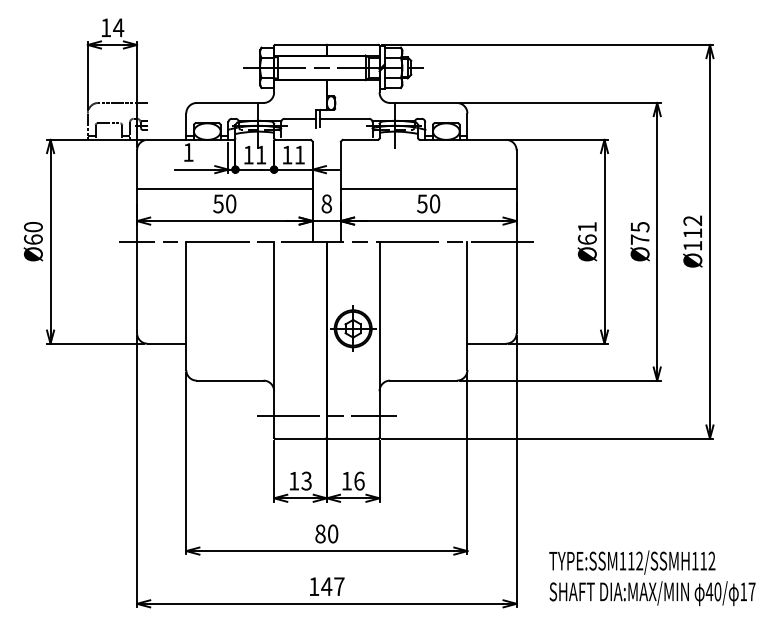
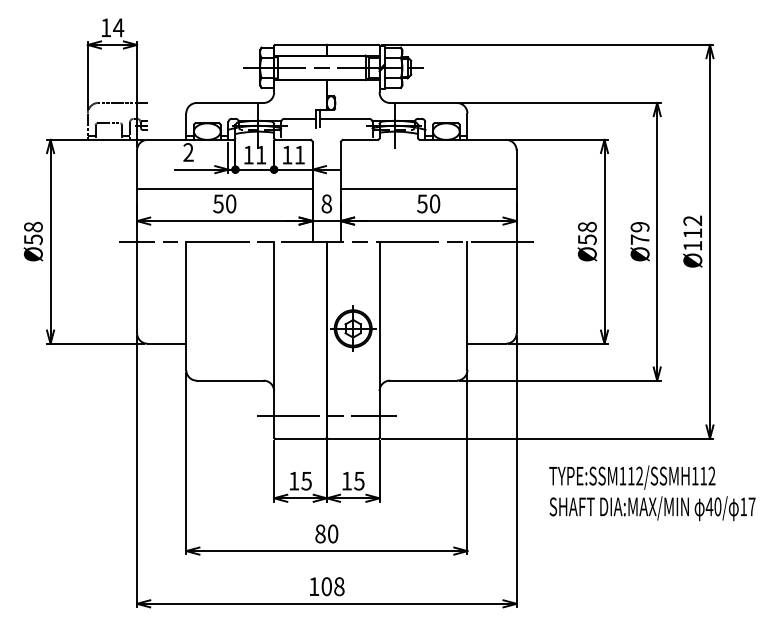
text at (188, 152): 1 -> 2
text at (639, 227): Ø75 -> Ø79
text at (33, 233): Ø60 -> Ø58
text at (586, 233): Ø61 -> Ø58
text at (306, 480): 13 -> 15
text at (359, 480): 16 -> 15
text at (652, 578) position: (652, 578) -> (652, 493)
text at (332, 586): 147 -> 108
